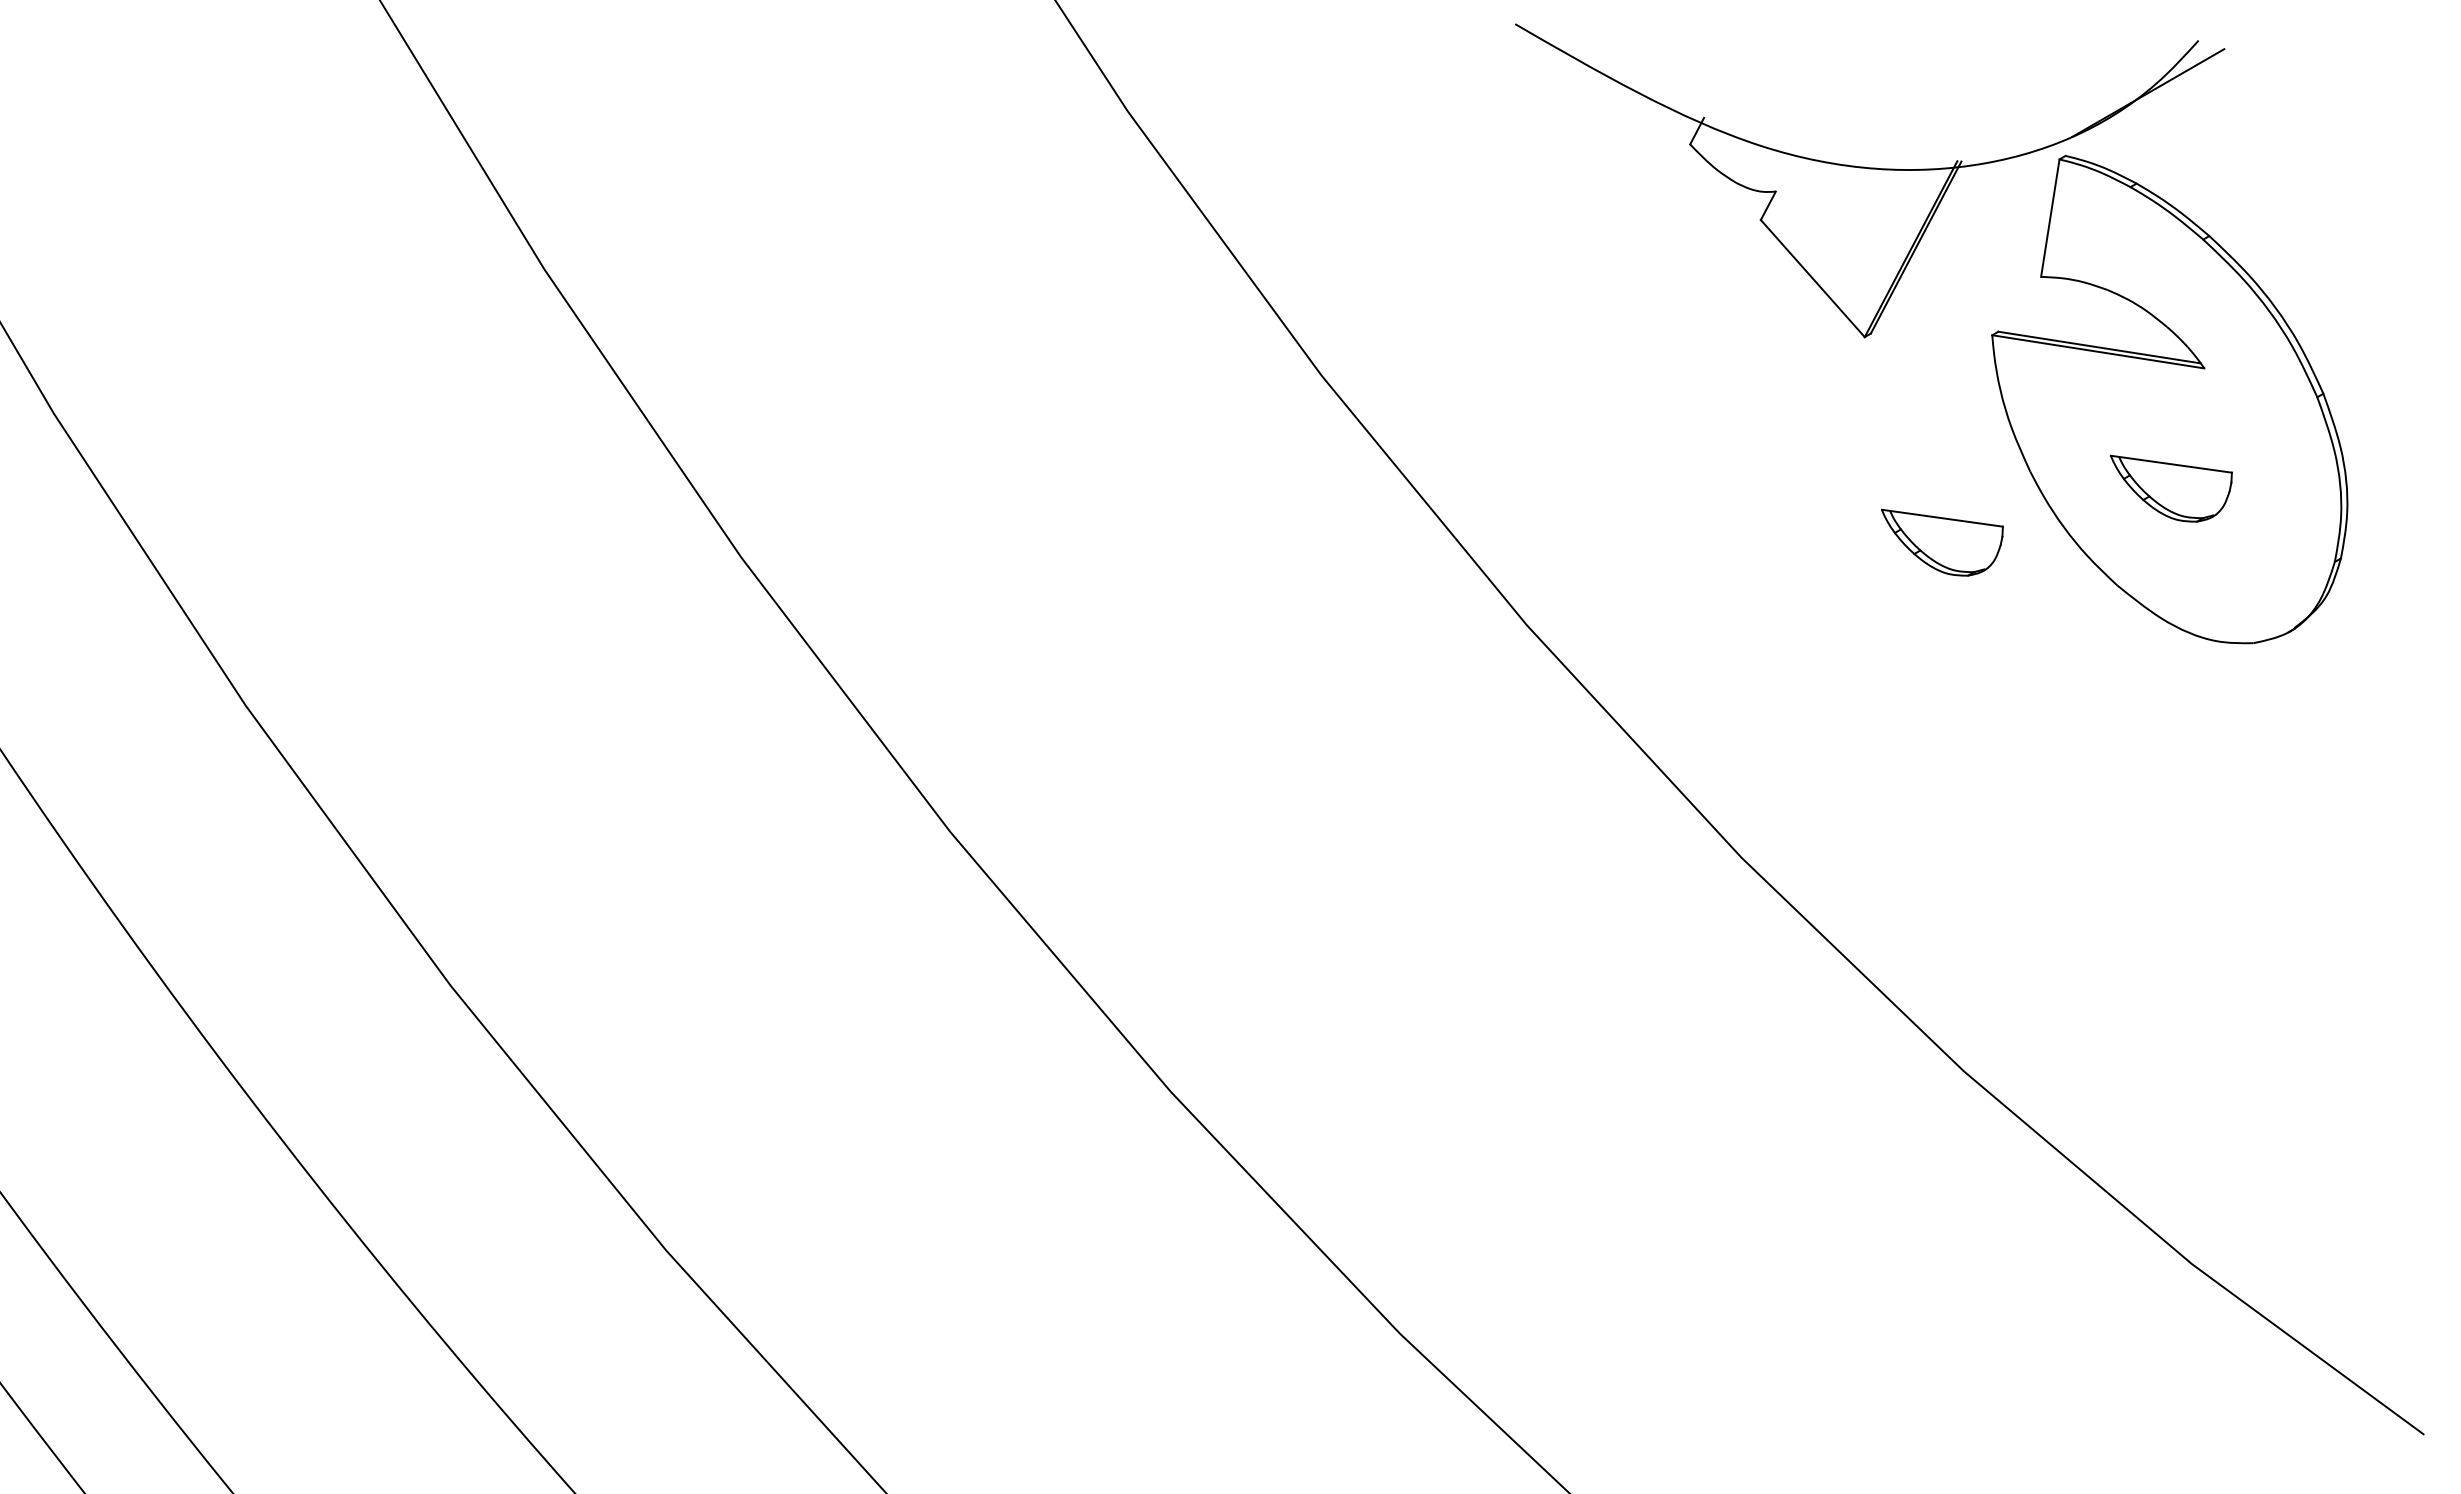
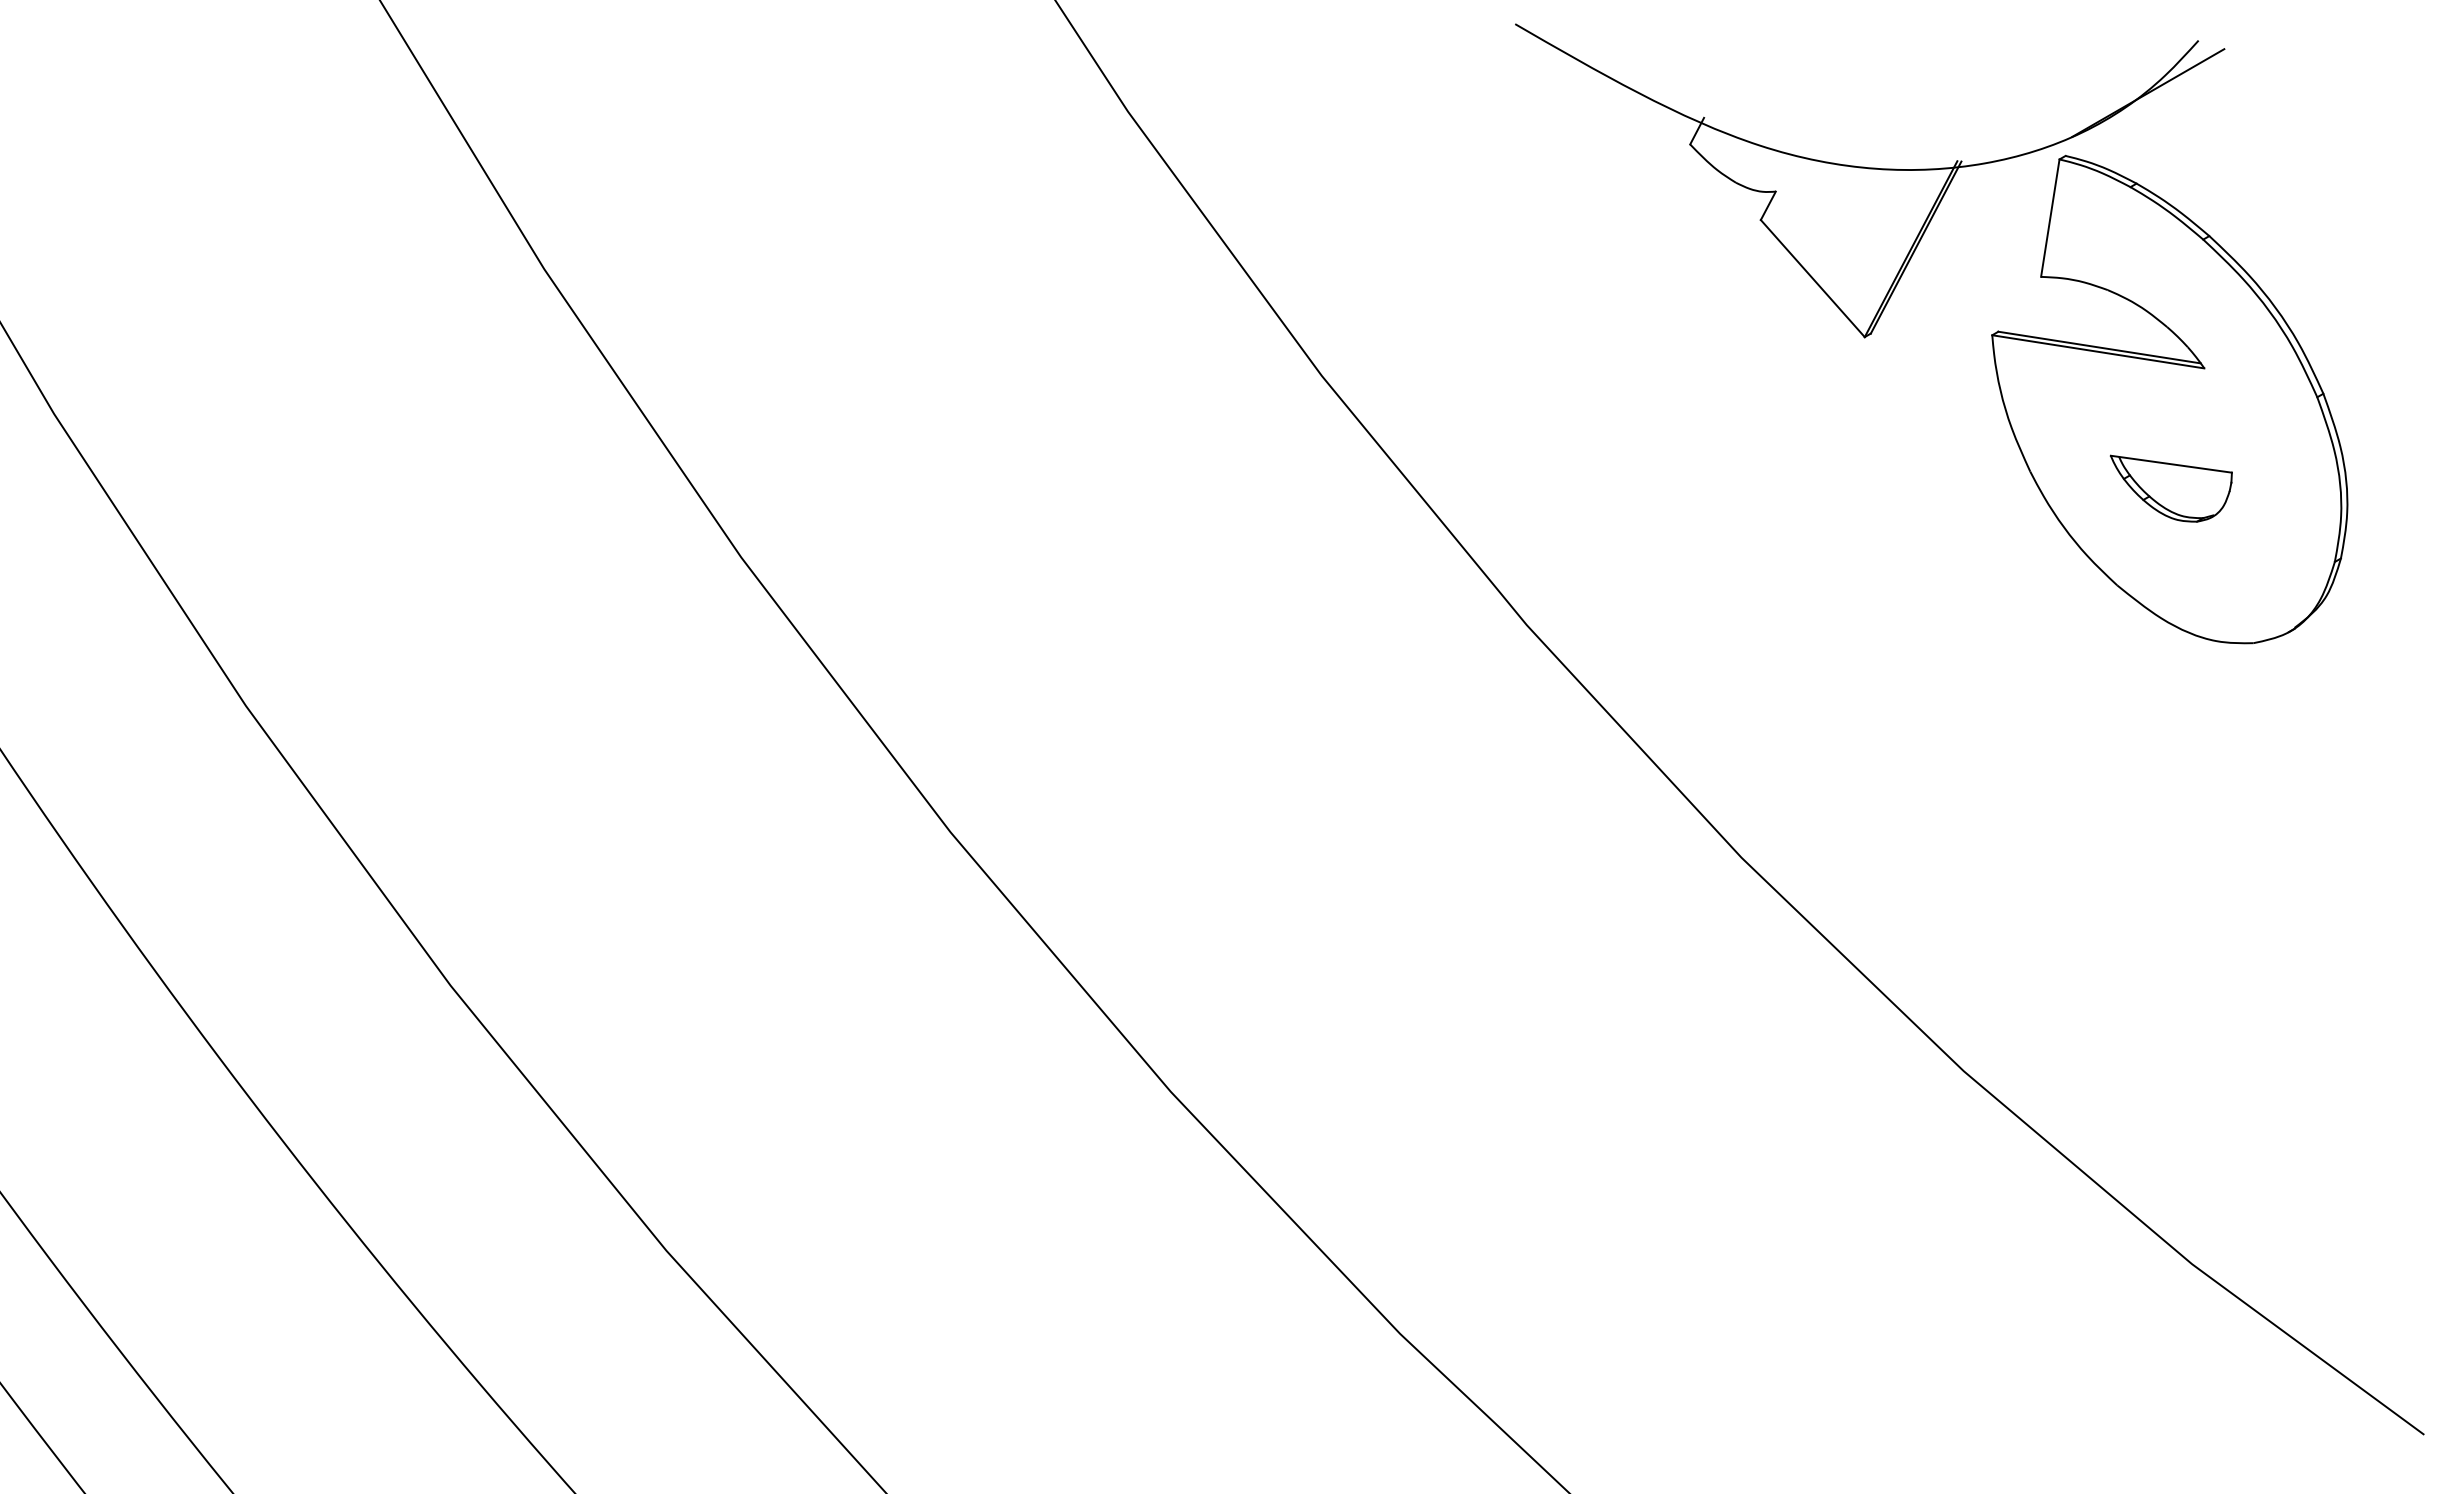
part at (1941, 542): present -> none
